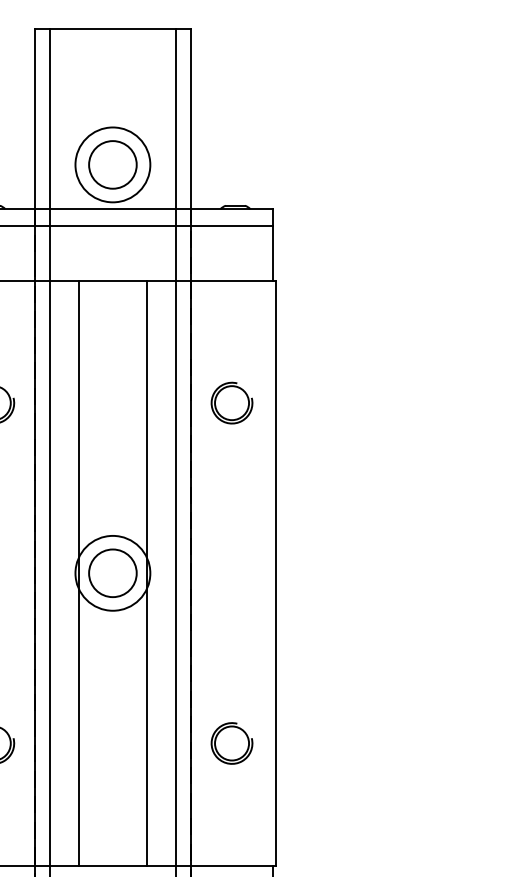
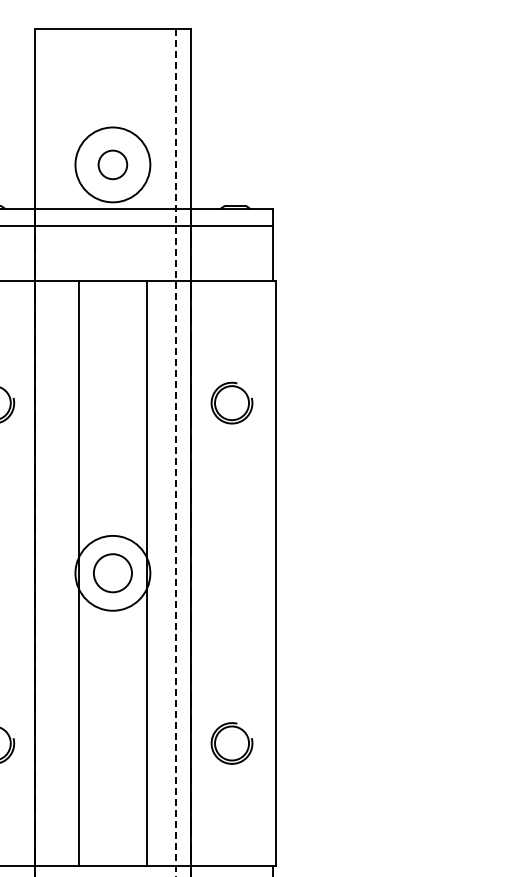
circle at (112, 164) diameter: 48 px -> 29 px
line at (50, 450): present -> none
line at (175, 452): solid -> dashed
circle at (112, 572) size: 50x50 px -> 40x41 px
